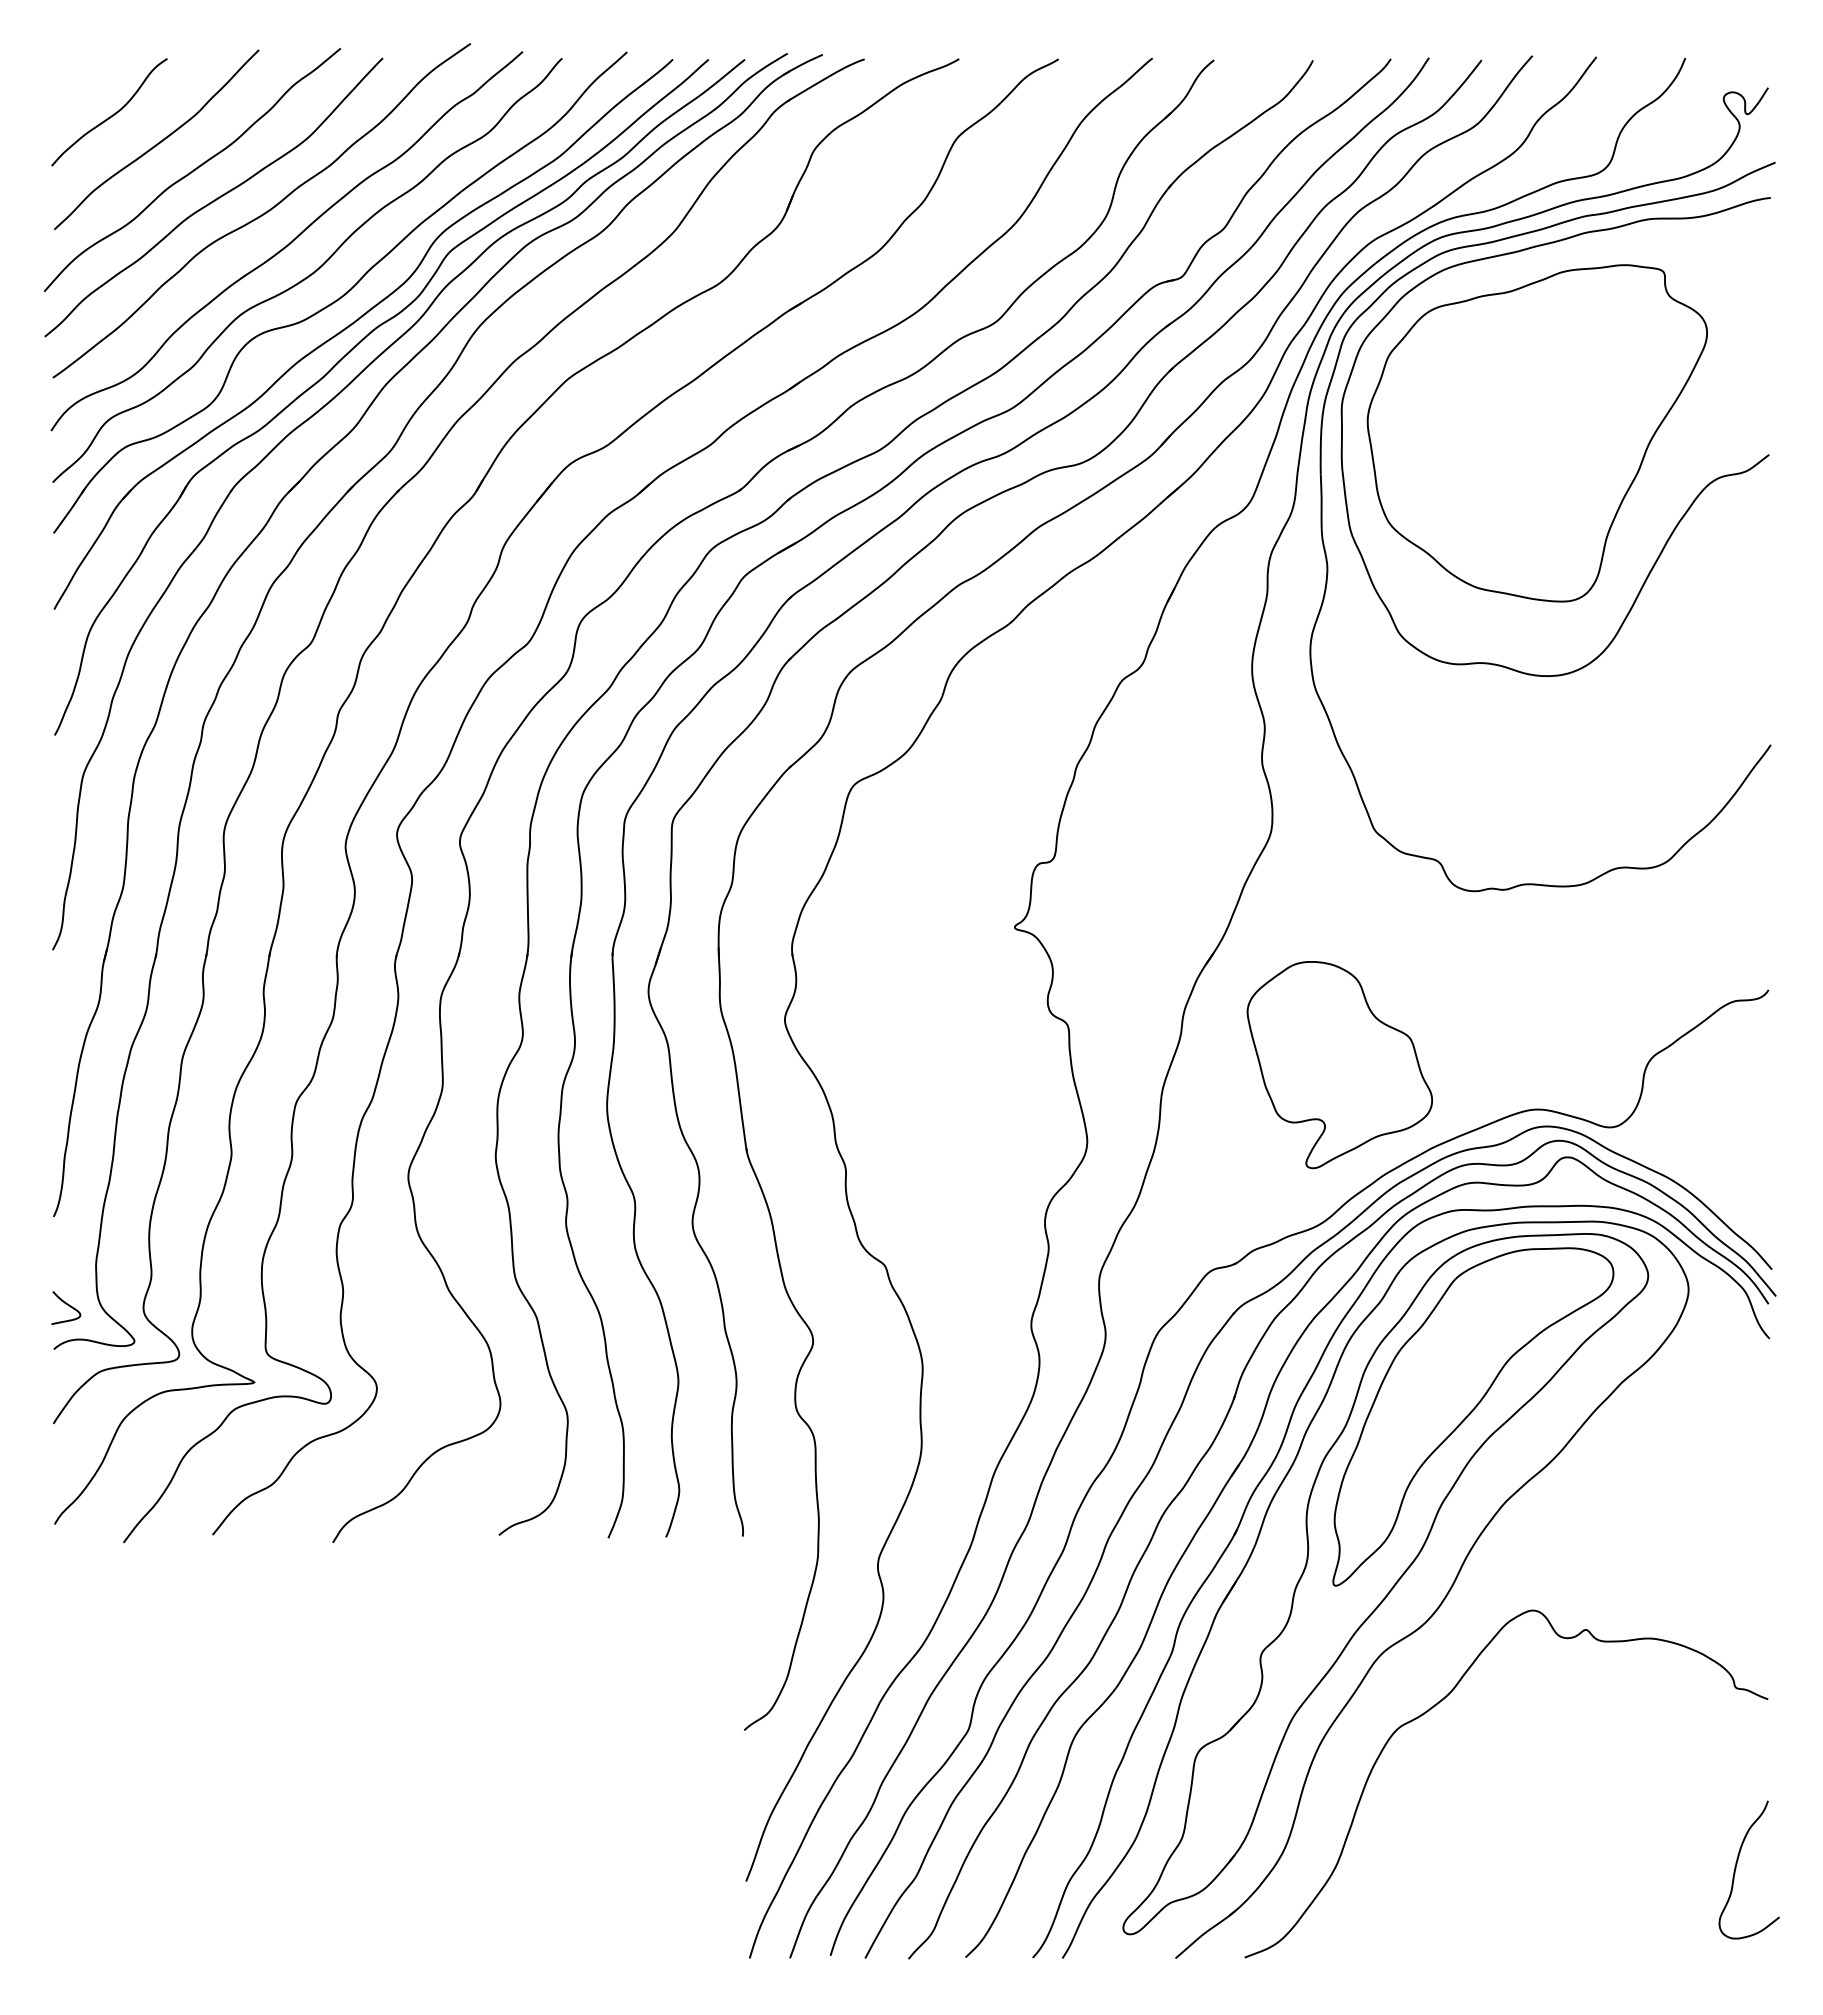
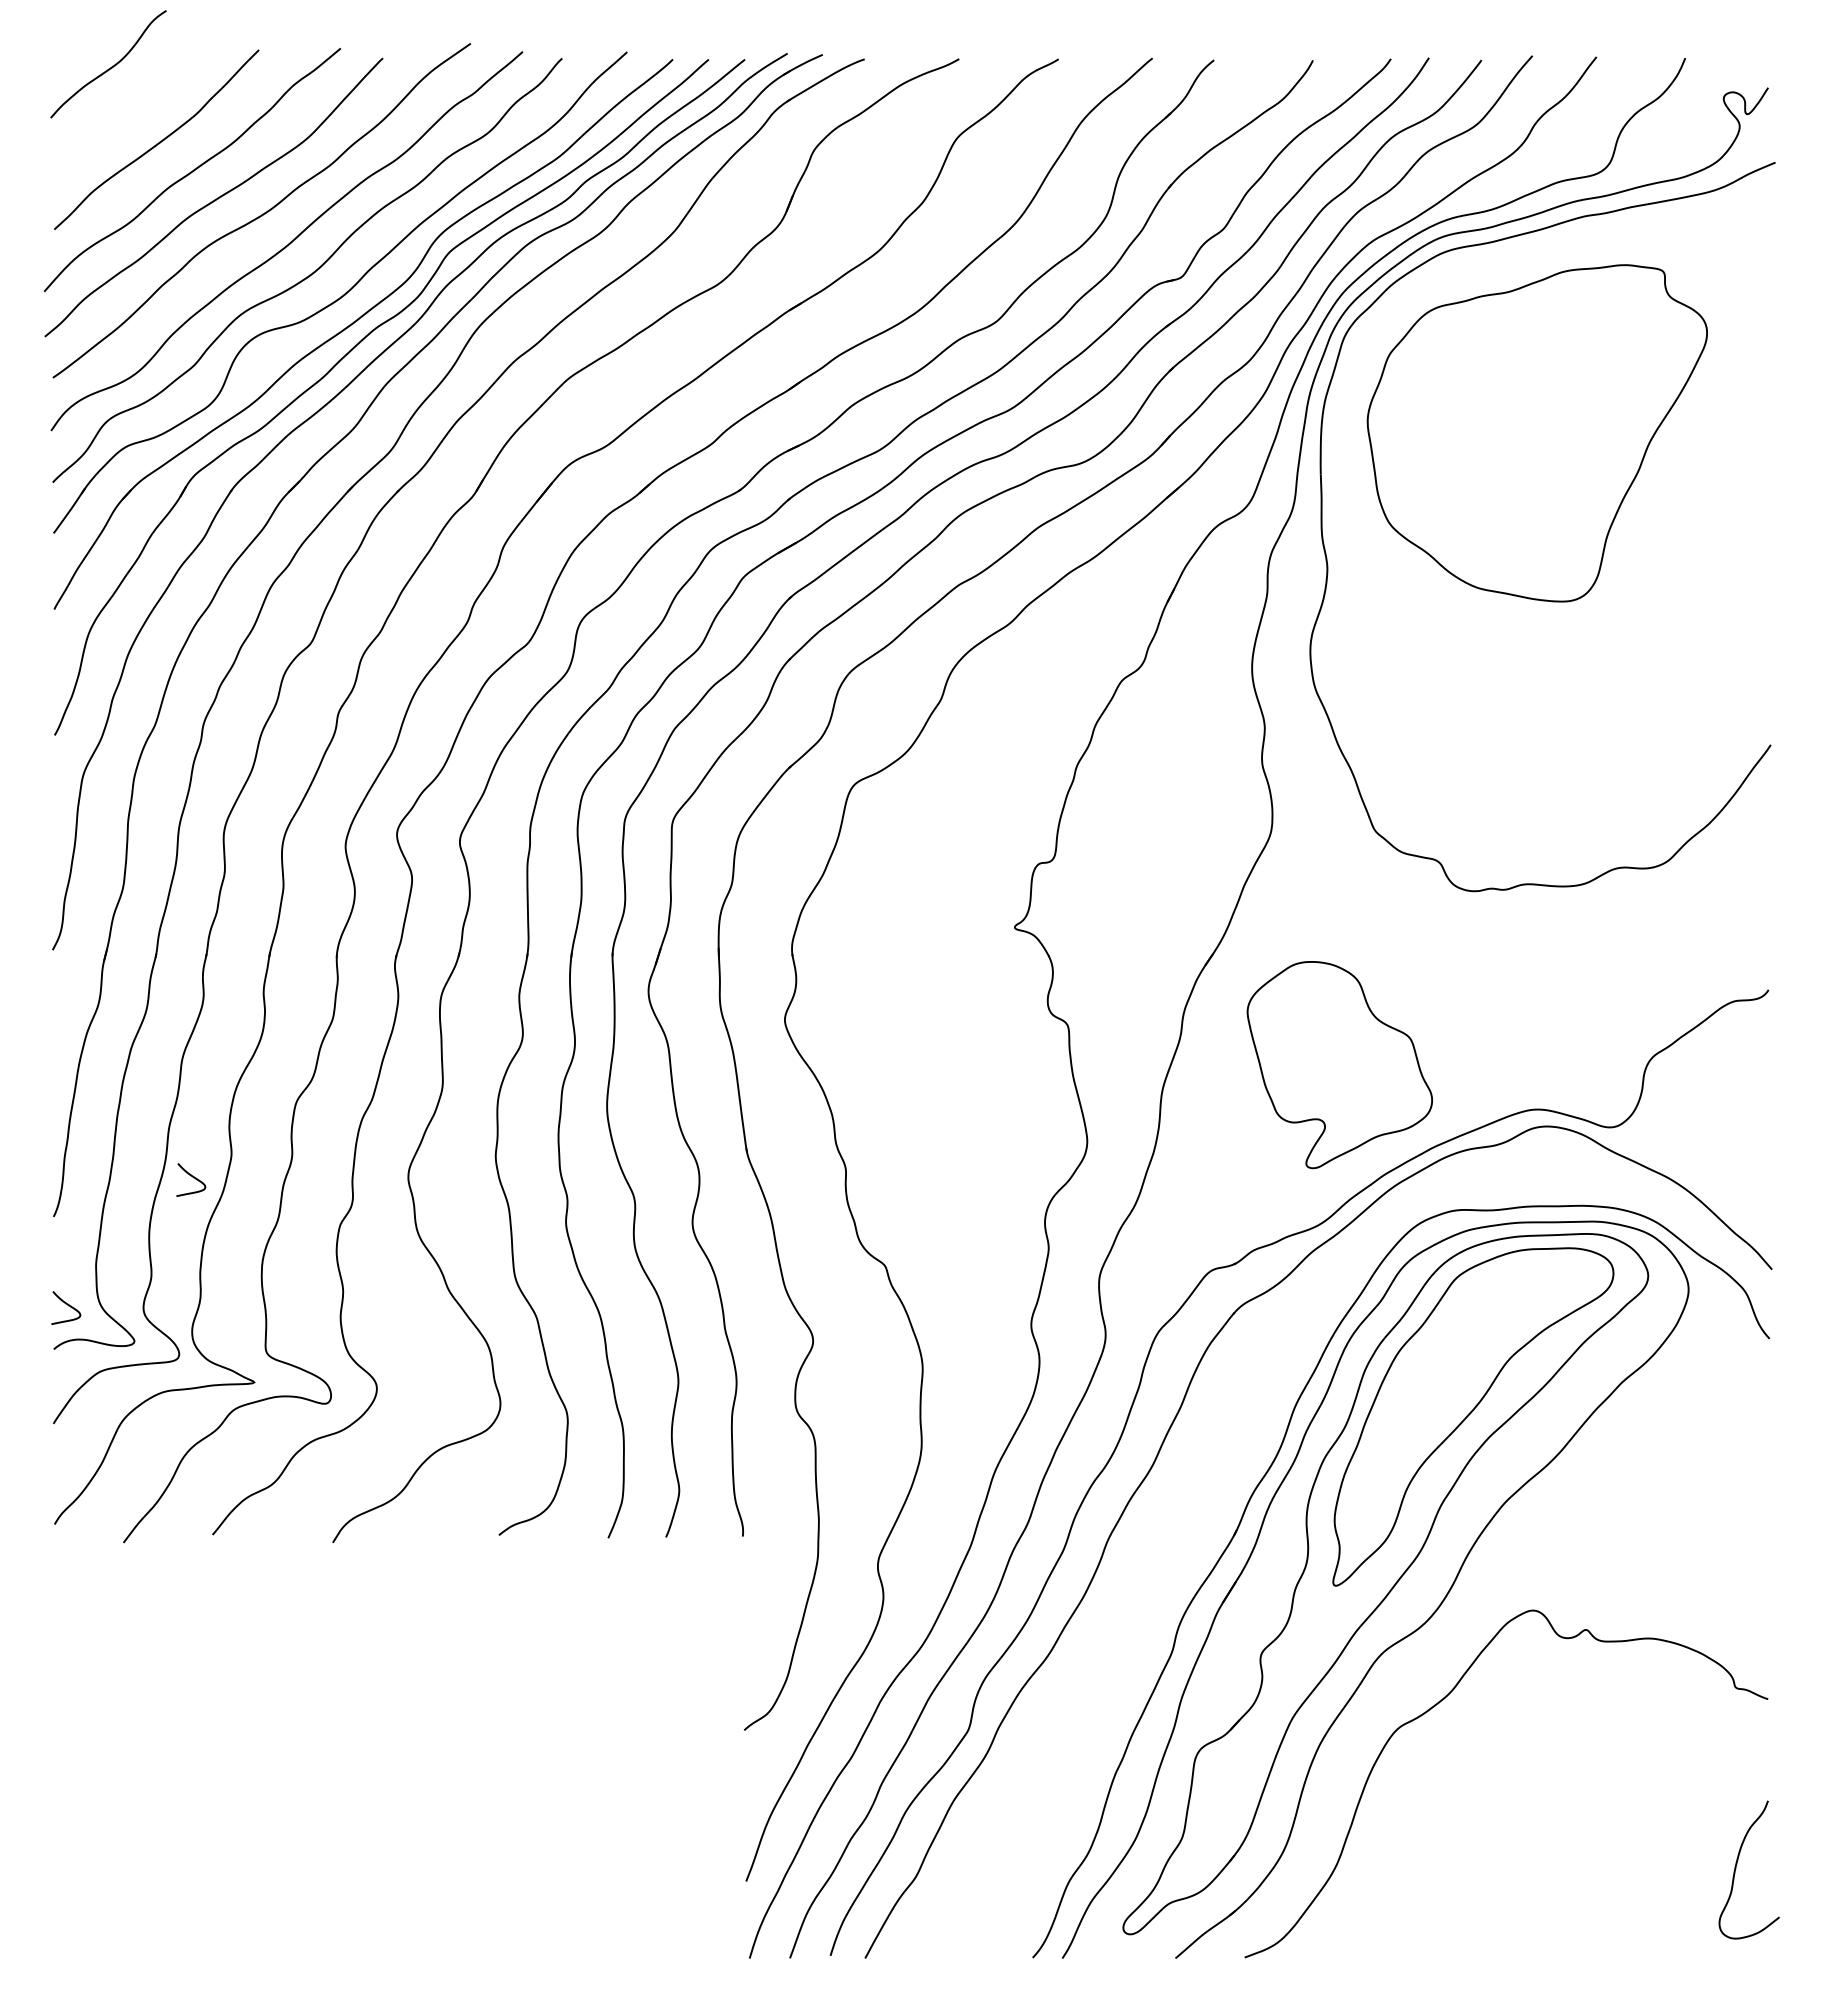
curve at (112, 114) position: (112, 114) -> (111, 66)
curve at (1677, 522): present -> none
curve at (192, 1177): none -> present
part at (1233, 1475): present -> none
